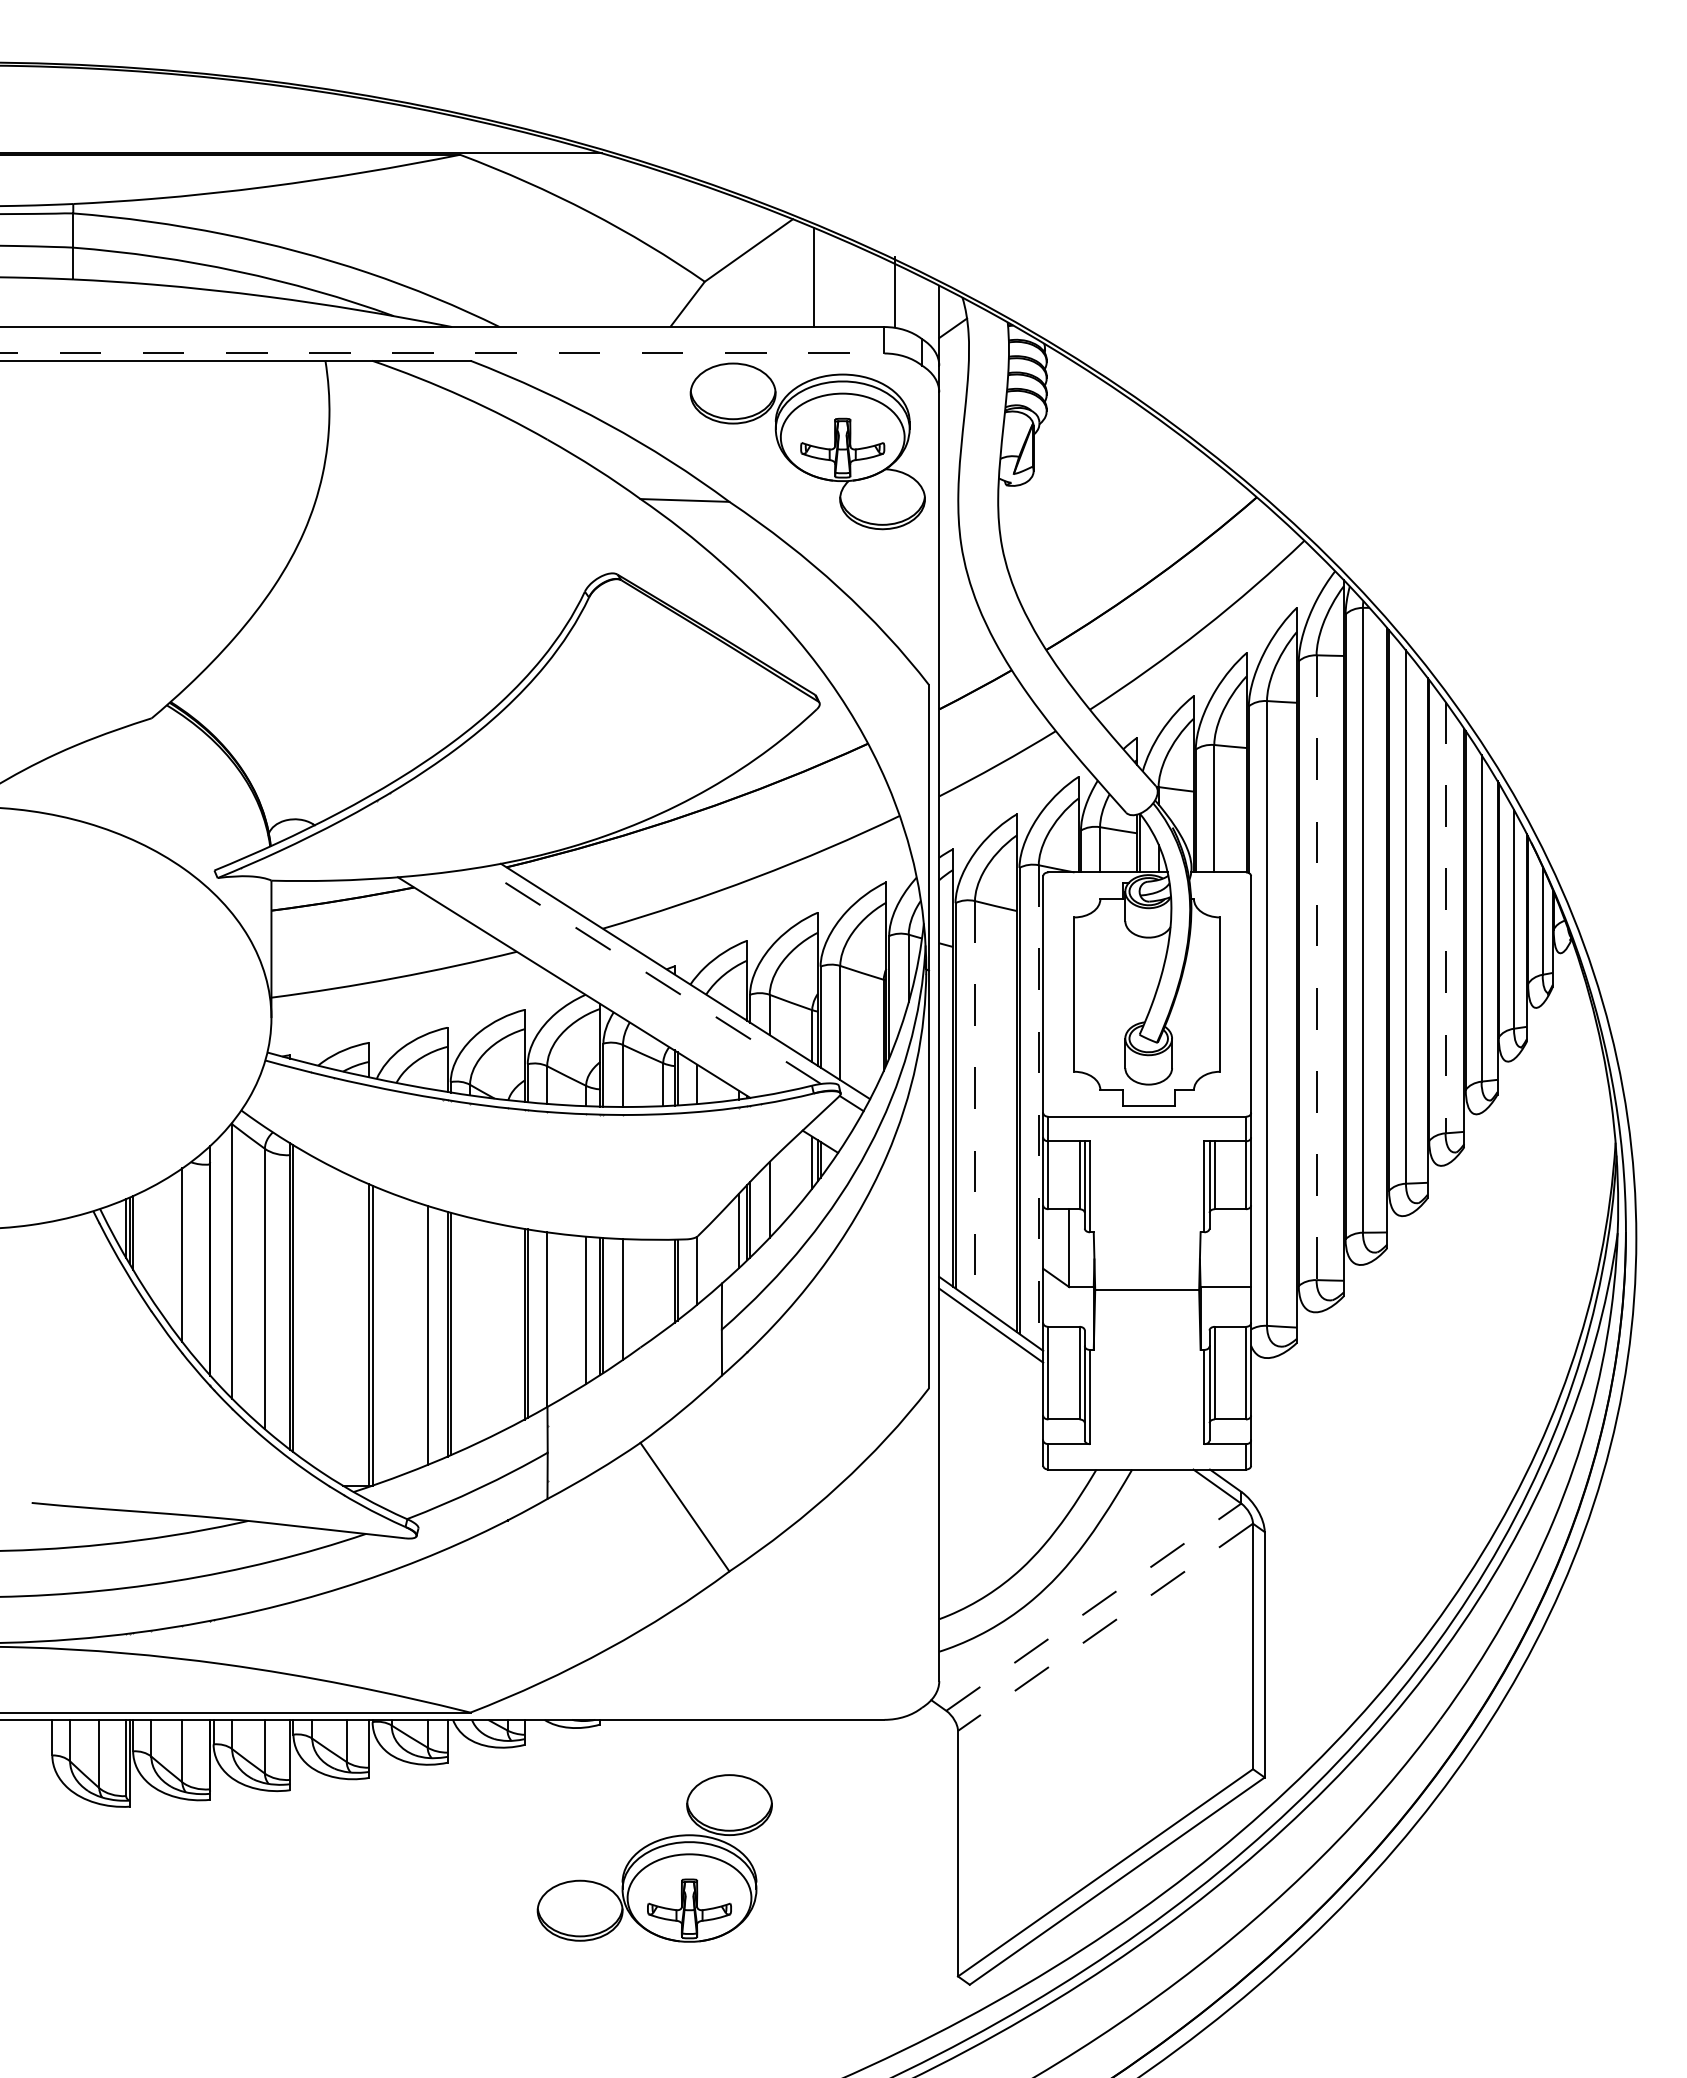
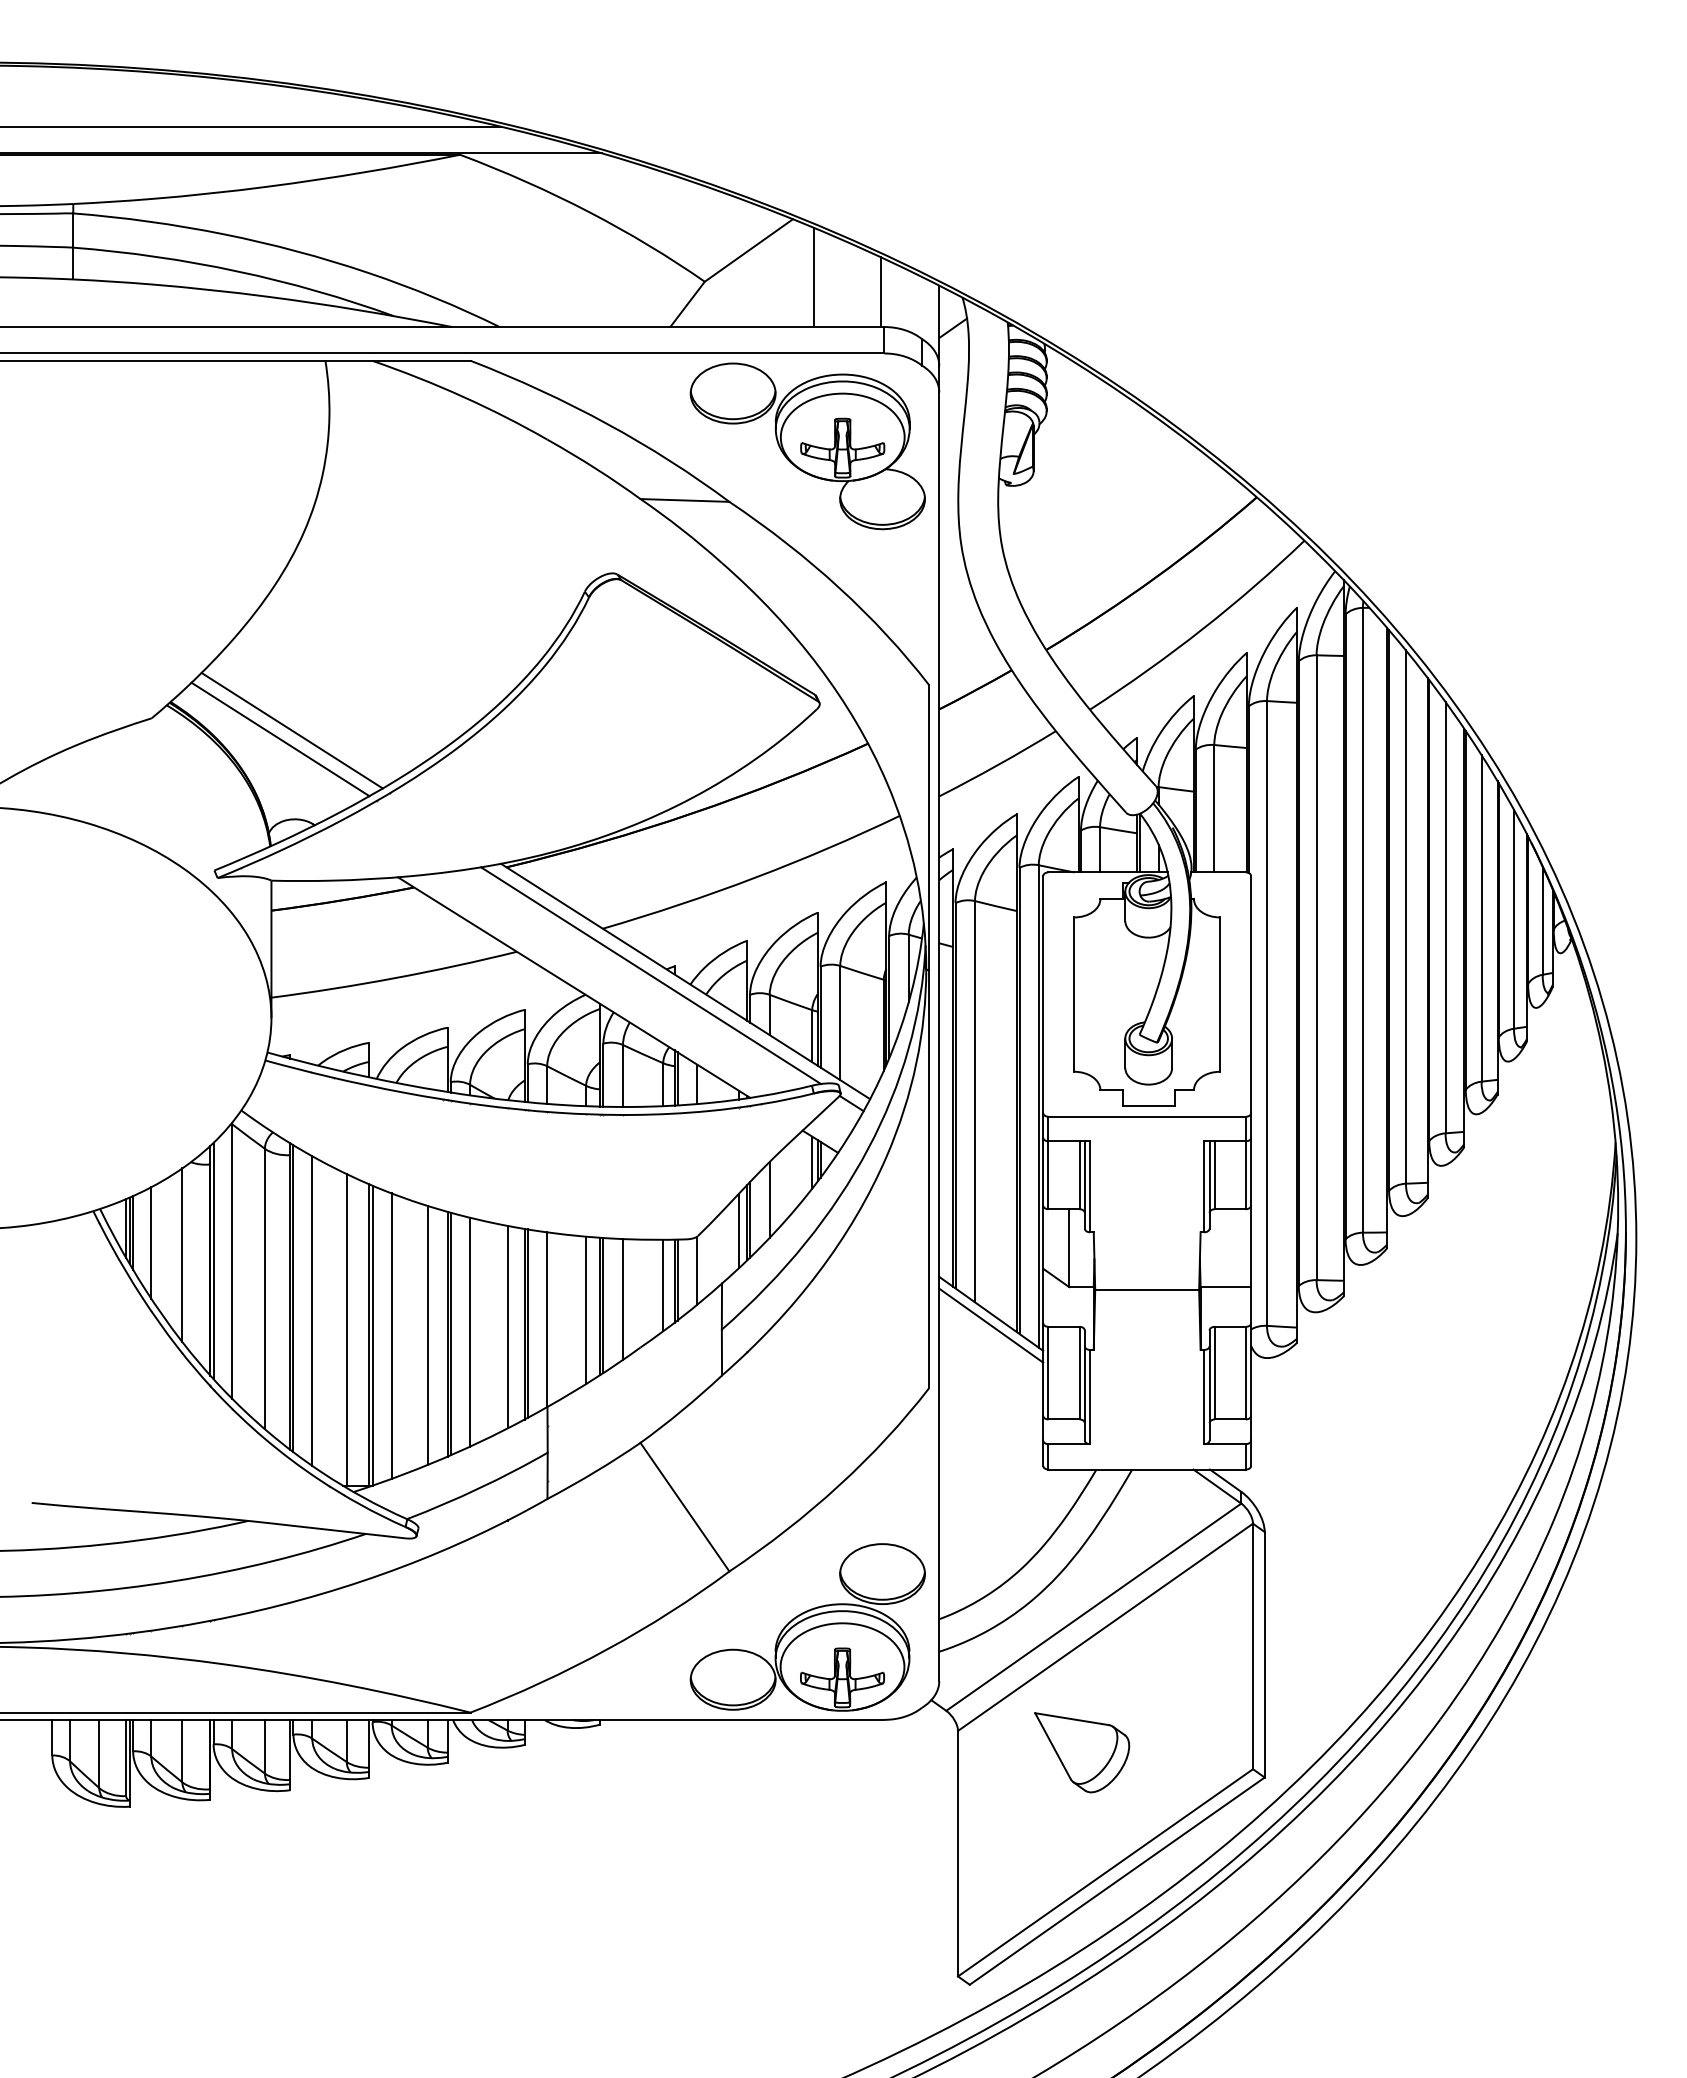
line at (251, 126): none -> present
line at (894, 292) position: (894, 292) -> (880, 292)
line at (442, 353): dashed -> solid
line at (291, 730): none -> present
line at (280, 739): none -> present
line at (1445, 917): dashed -> solid
line at (1316, 968): dashed -> solid
line at (651, 975): dashed -> solid
line at (975, 1101): dashed -> solid
line at (1038, 1106): dashed -> solid
line at (151, 1242): none -> present
line at (213, 1260): none -> present
line at (663, 1285): none -> present
line at (312, 1310): none -> present
line at (507, 1326): none -> present
line at (346, 1329): none -> present
line at (470, 1331): none -> present
line at (391, 1335): none -> present
line at (1094, 1606): dashed -> solid
line at (1105, 1627): dashed -> solid
part at (1082, 1752): none -> present
part at (654, 1858) position: (654, 1858) -> (807, 1627)
